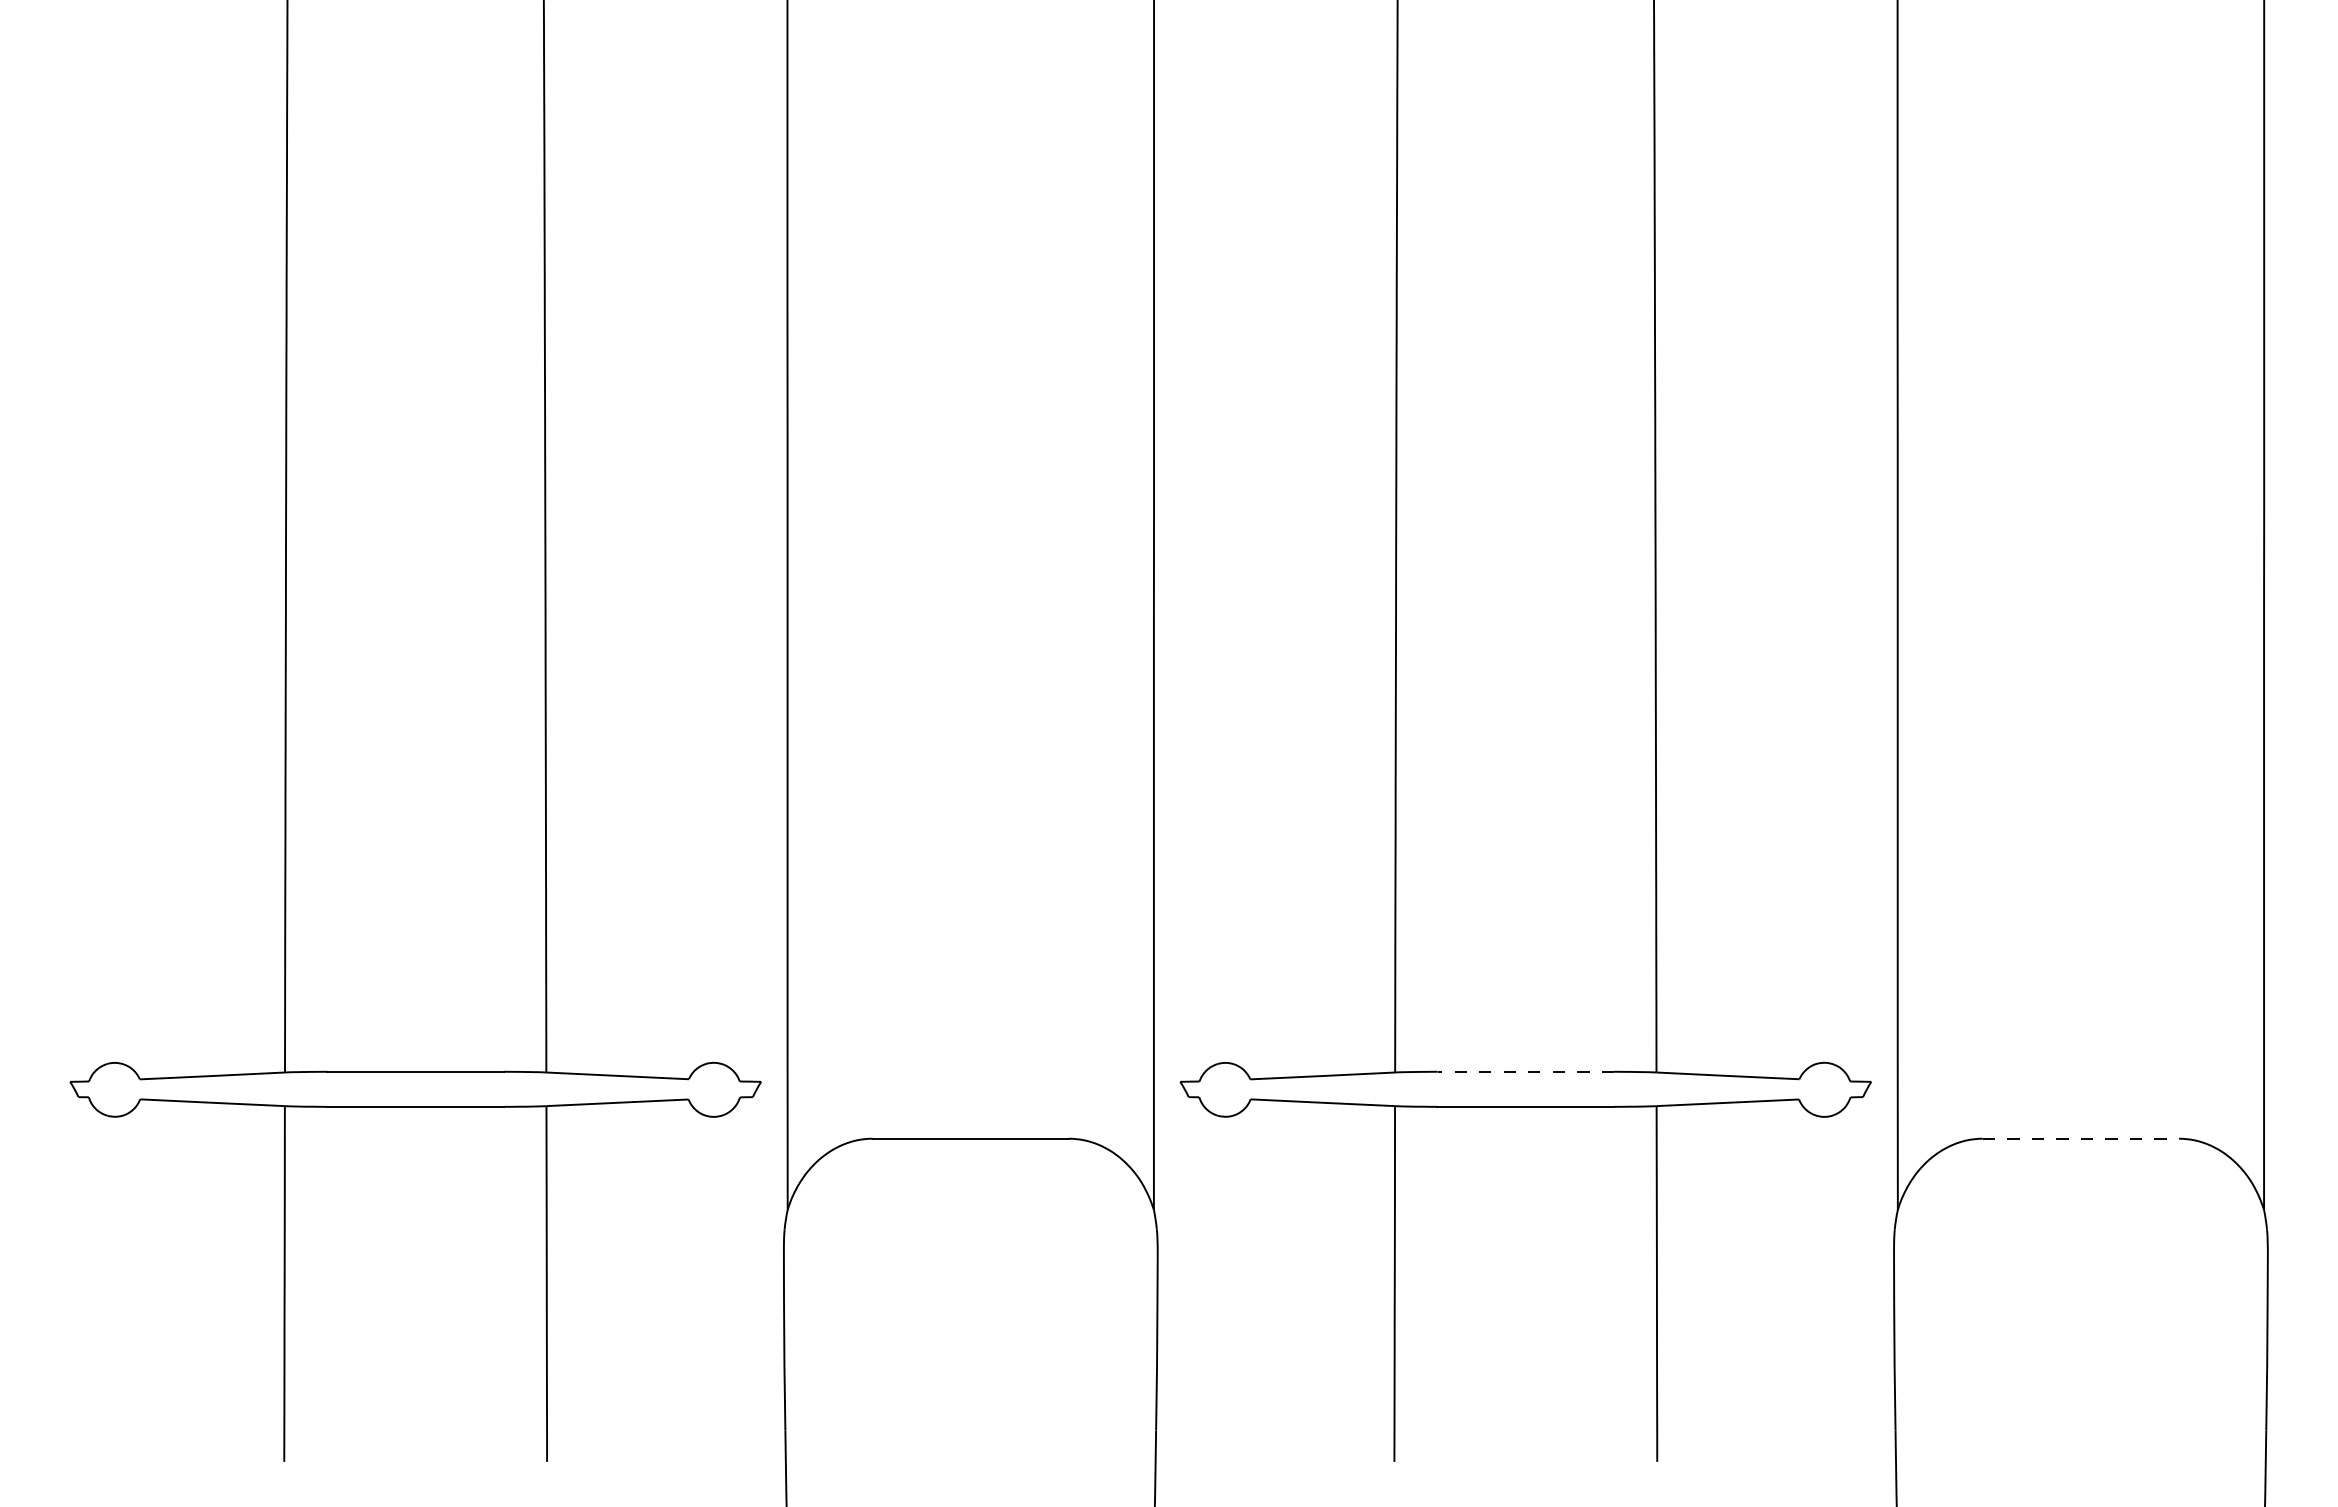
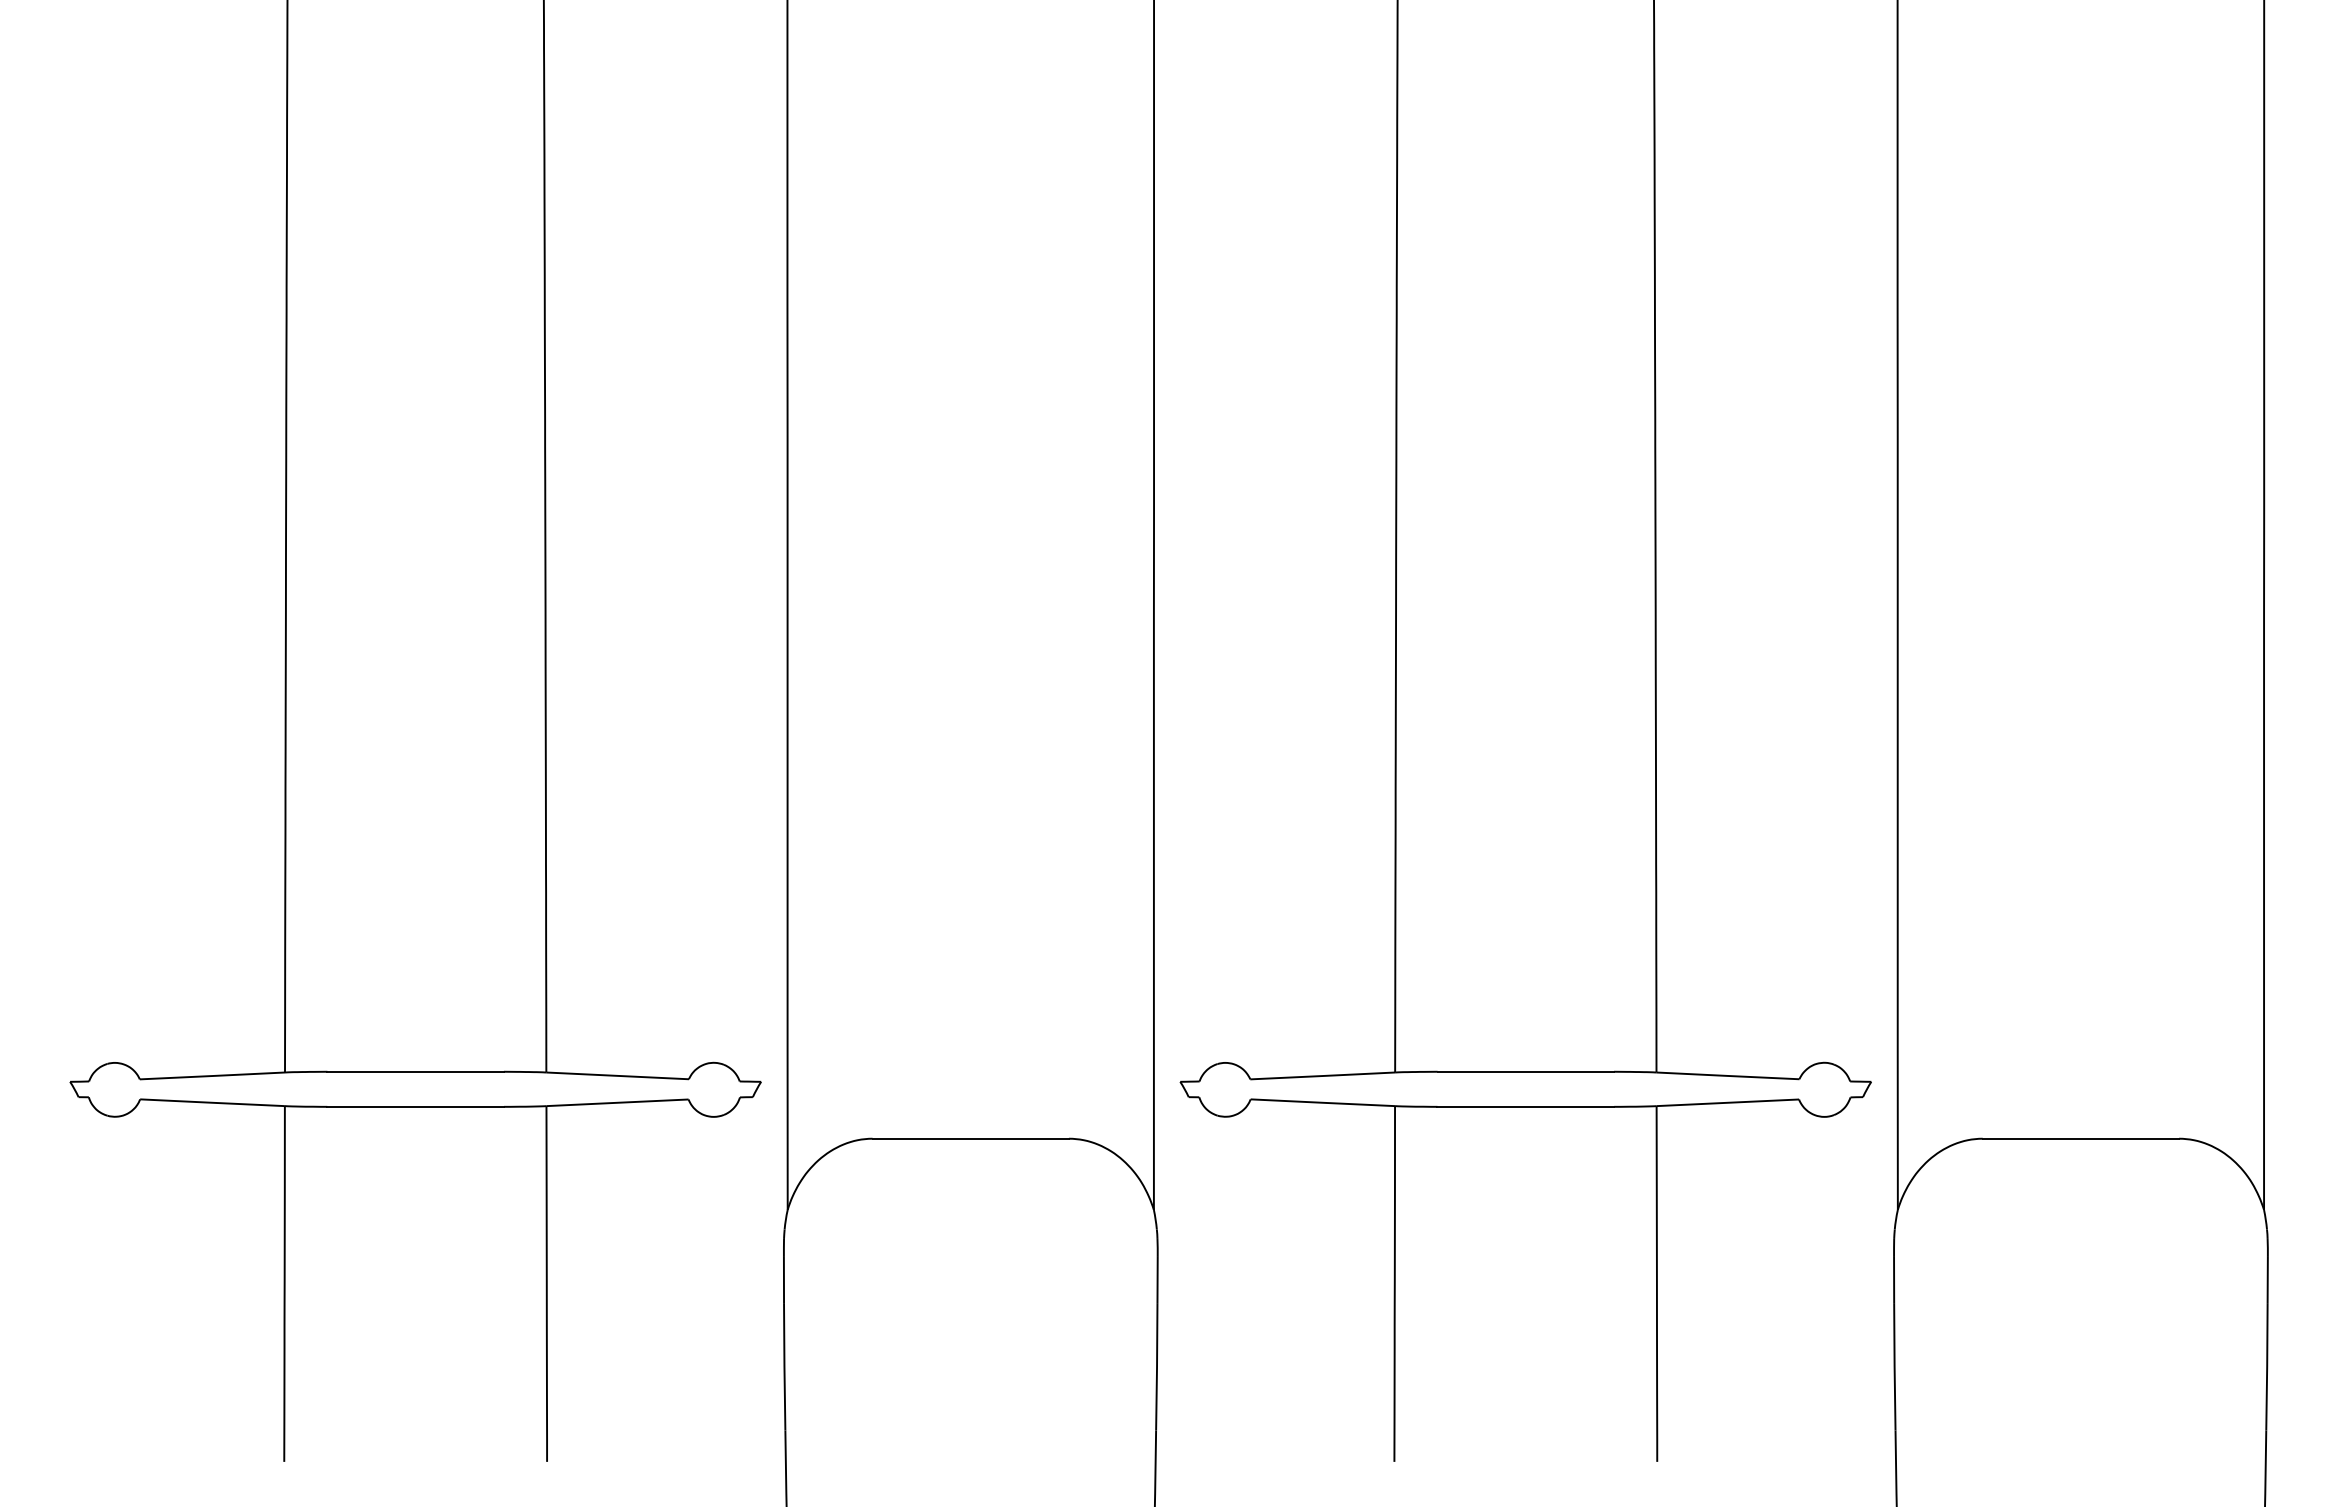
line at (1525, 1071): dashed -> solid
line at (2081, 1138): dashed -> solid
